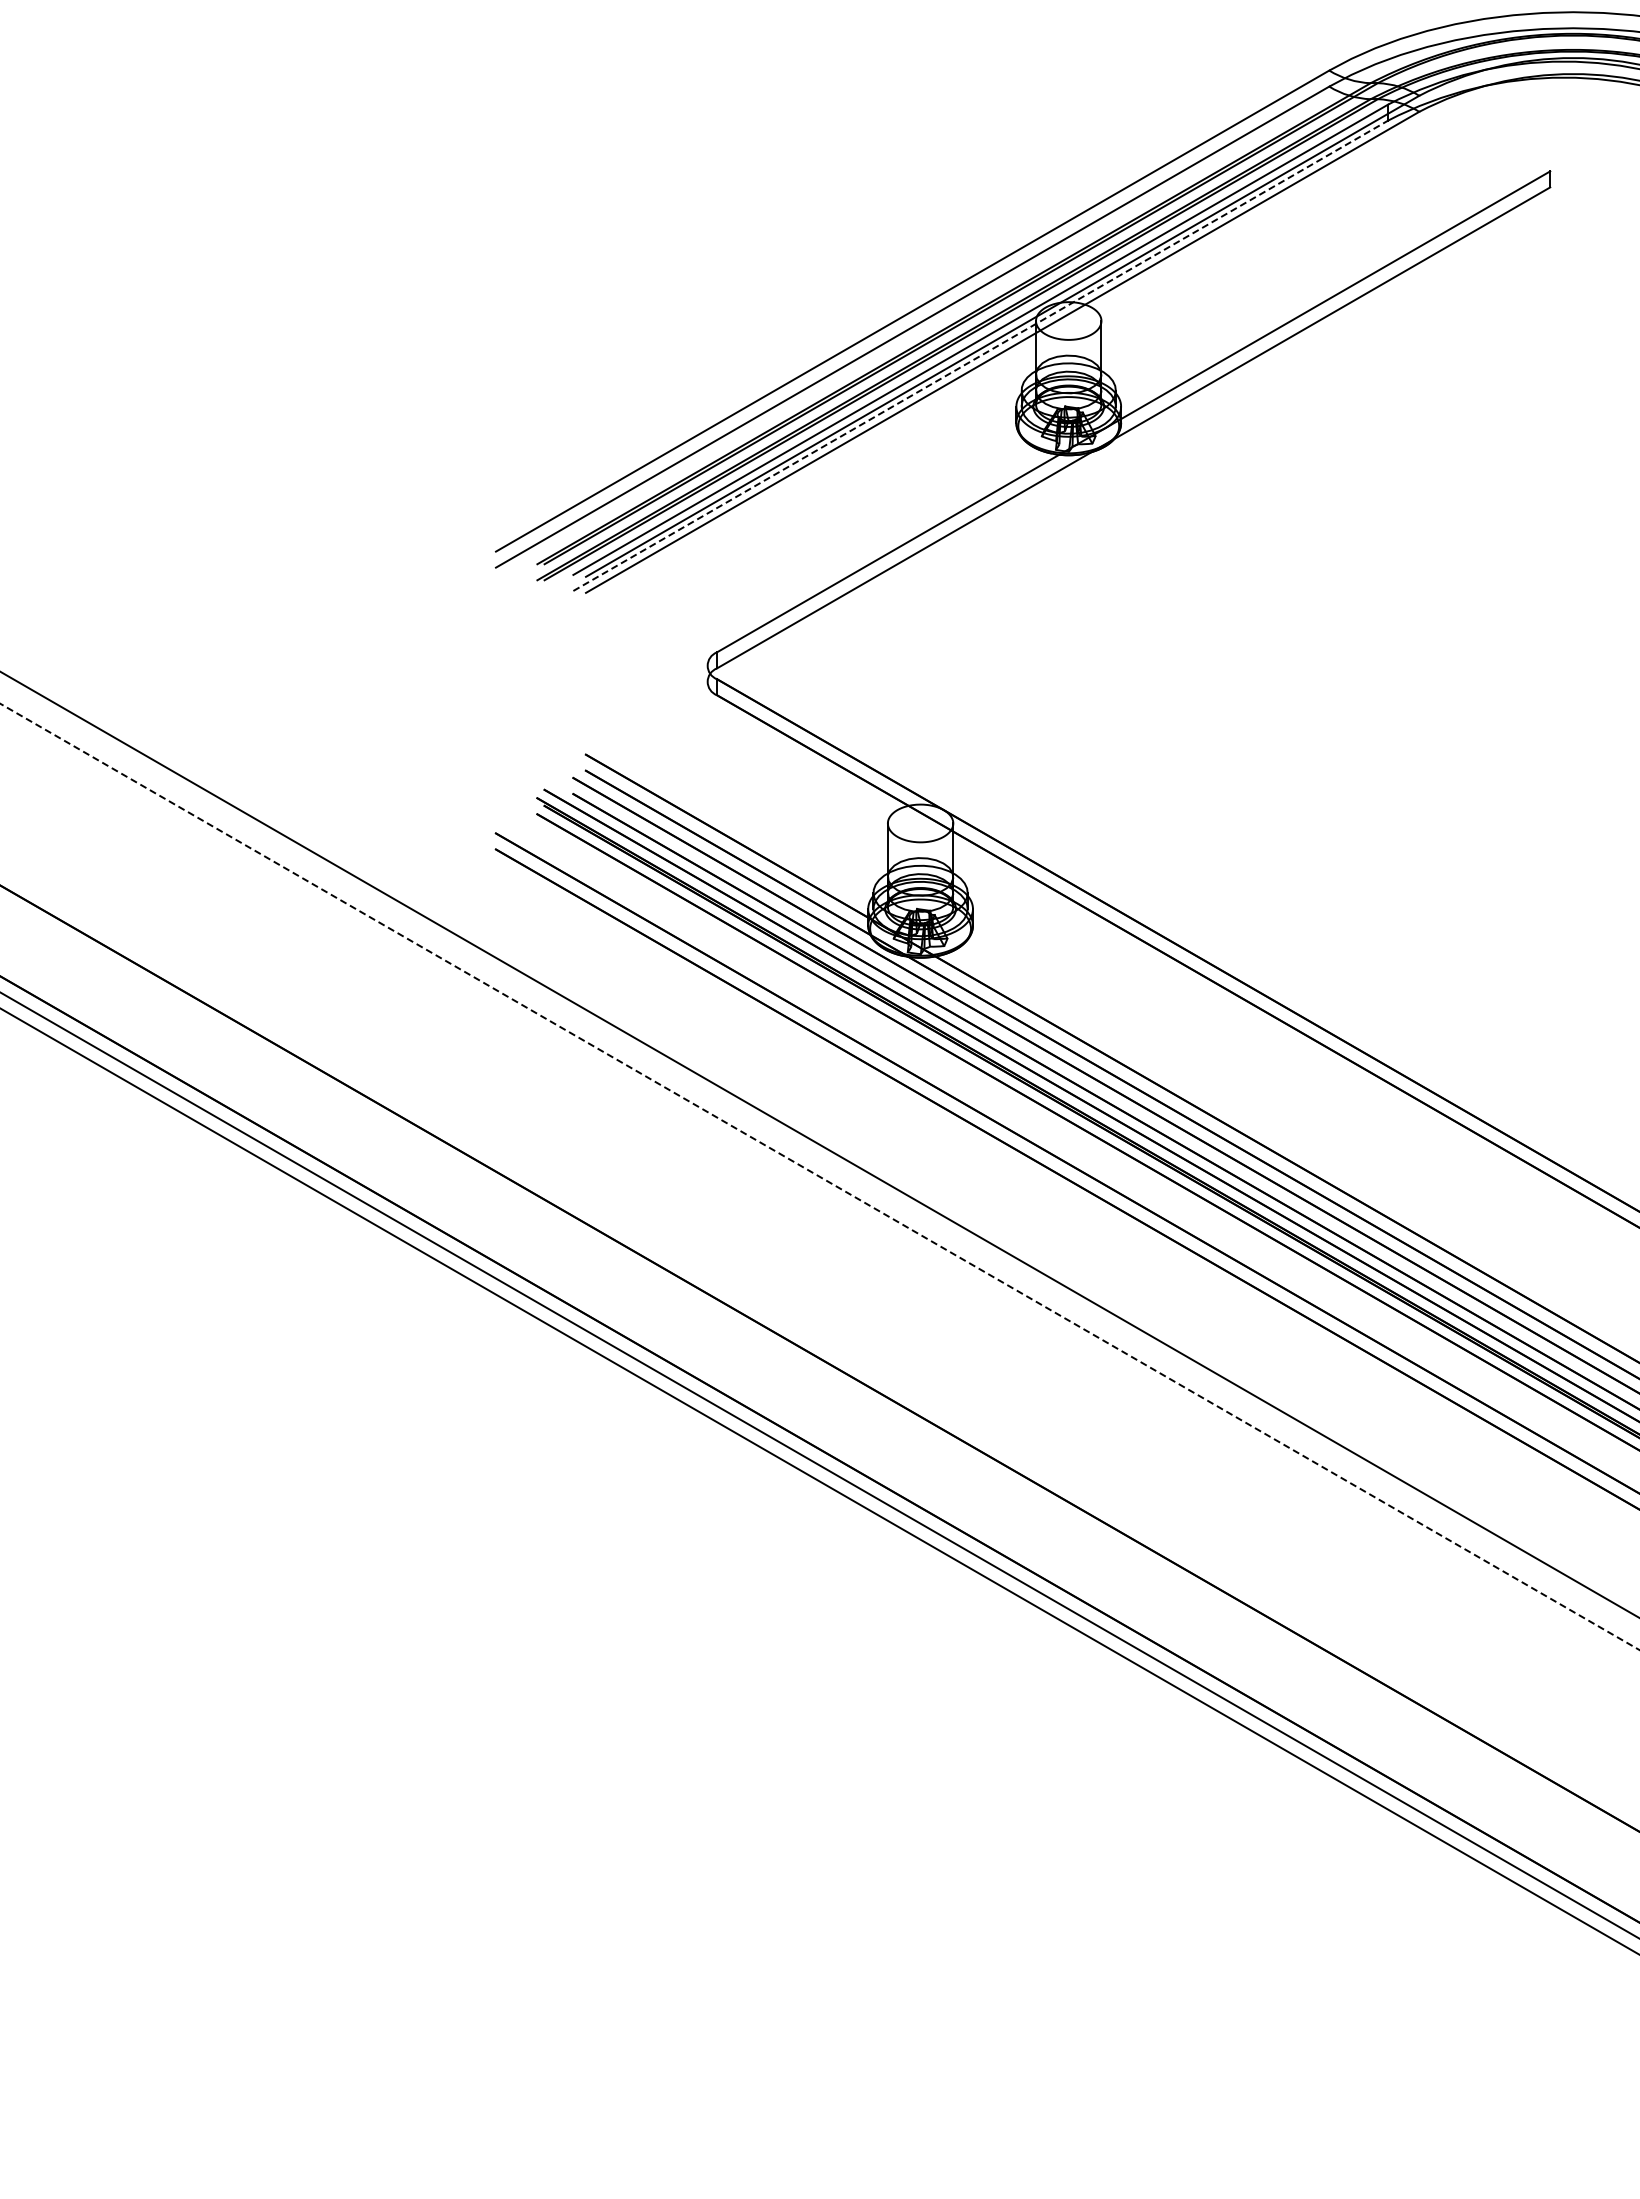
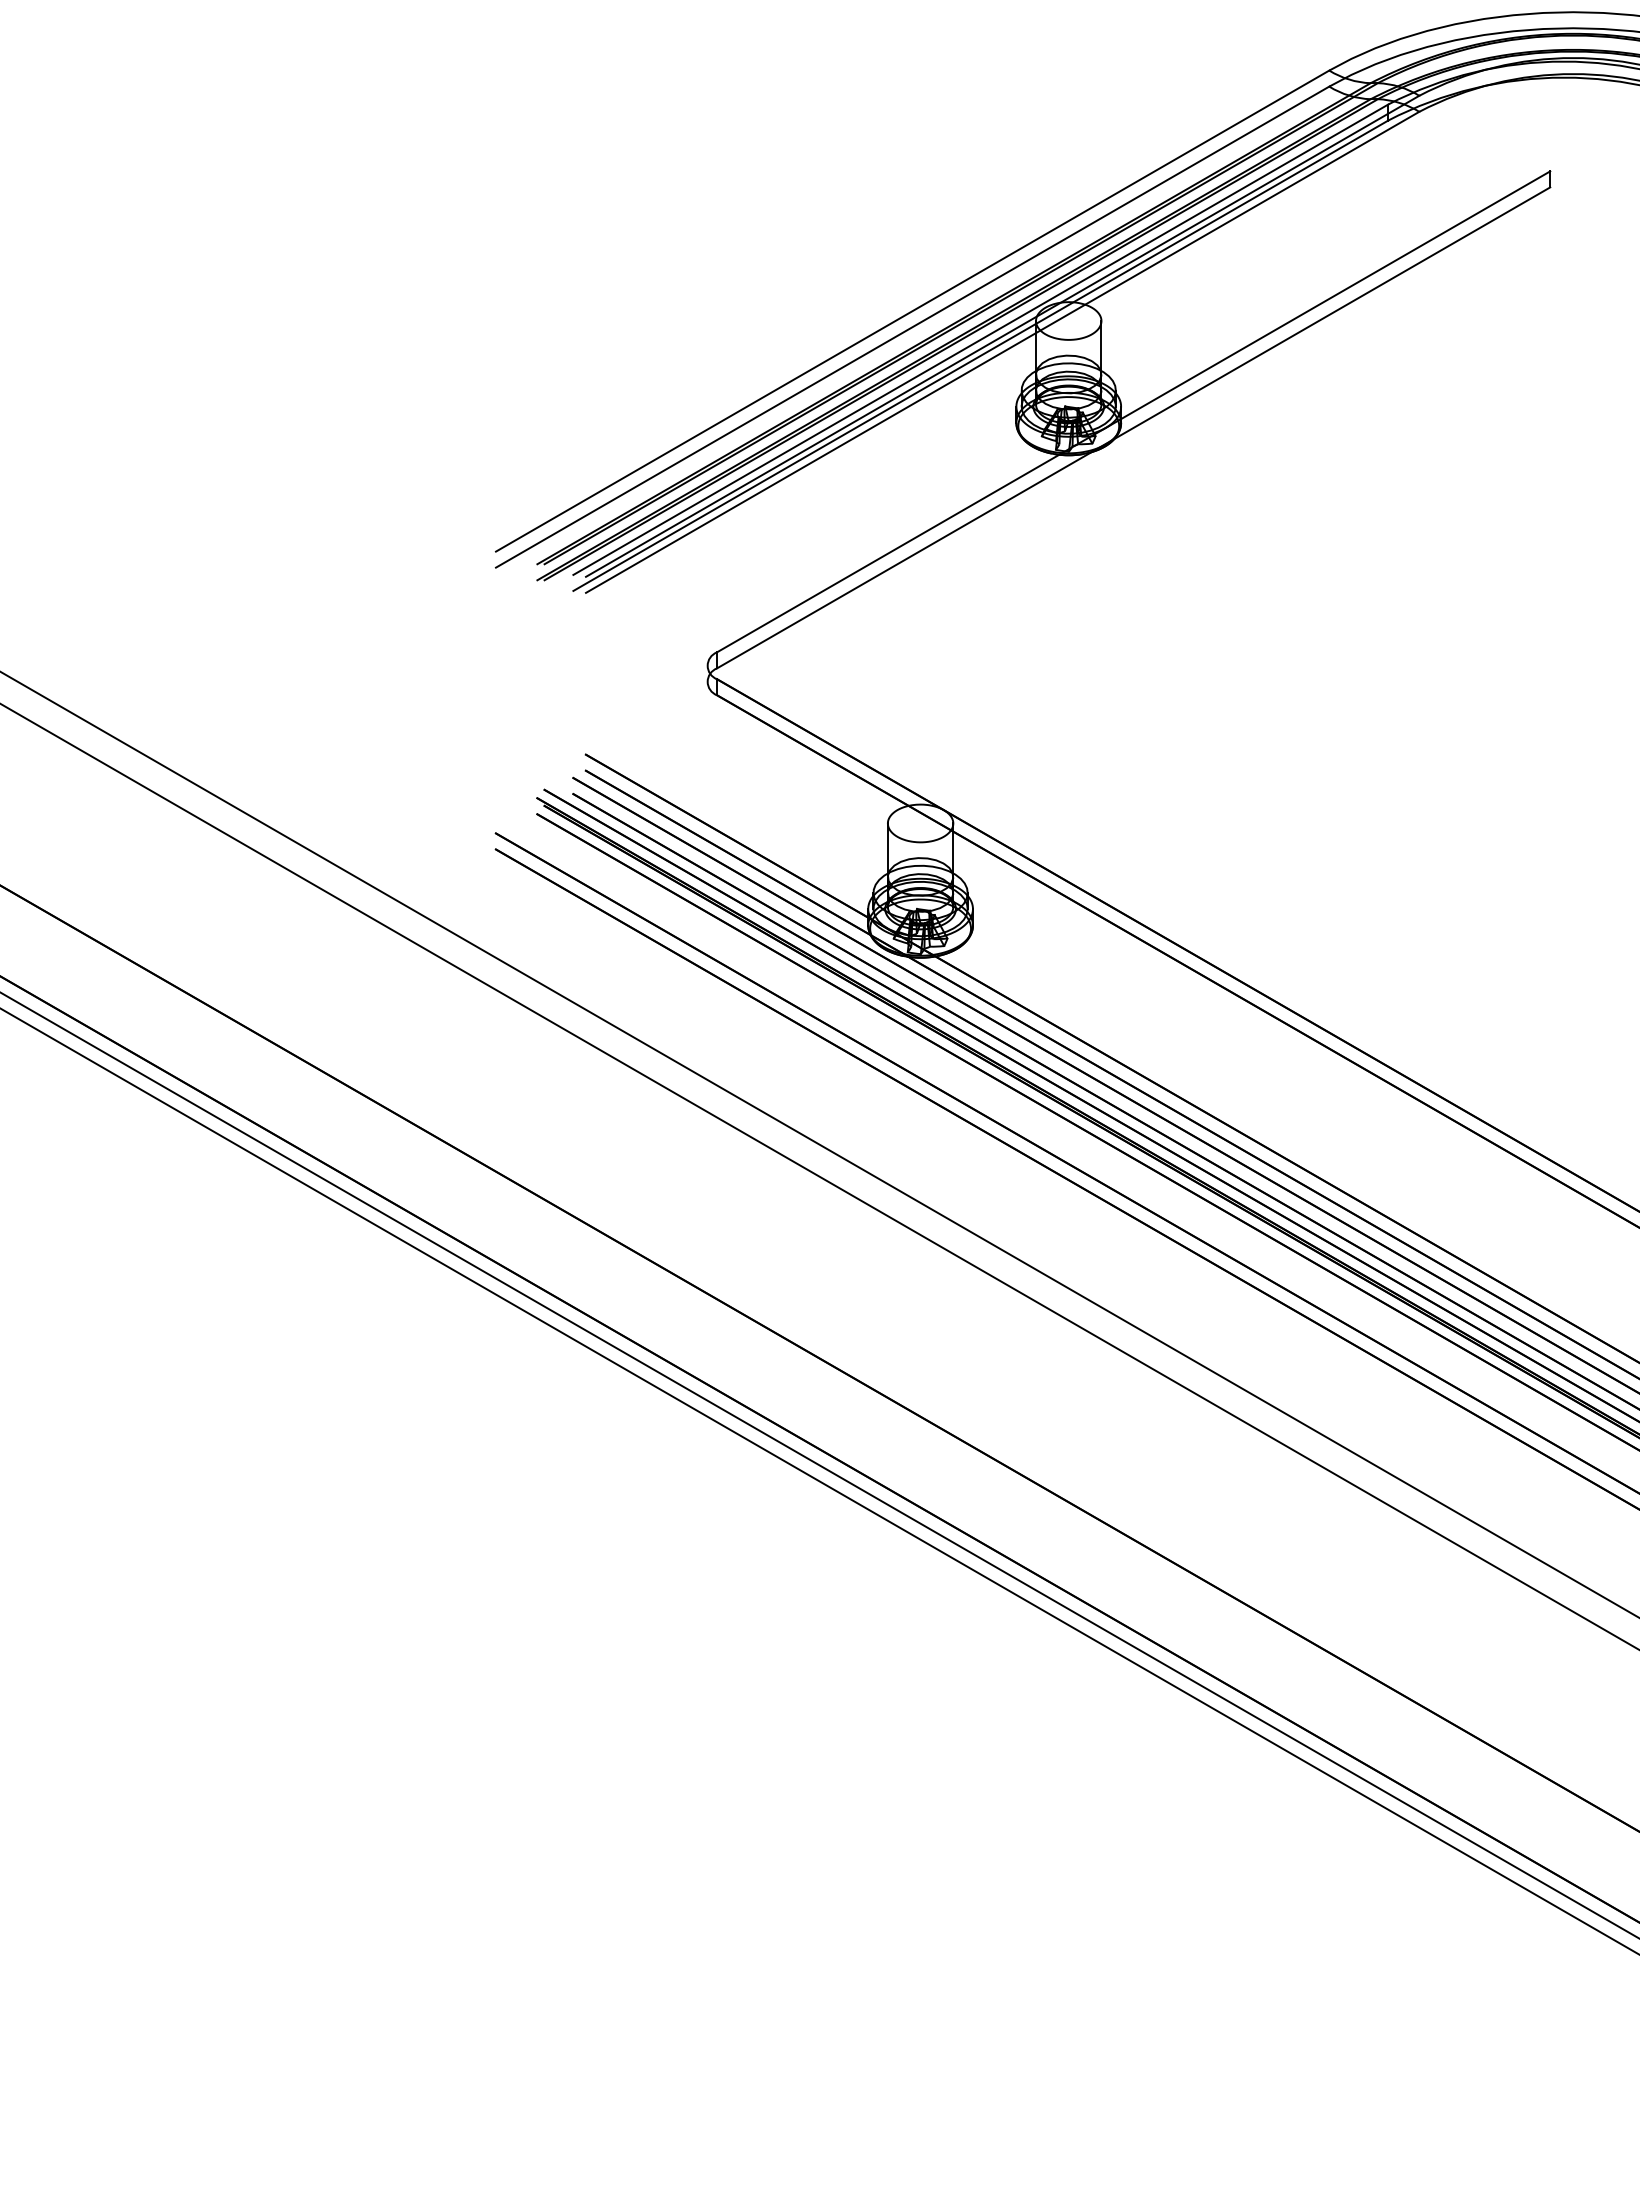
line at (981, 355): dashed -> solid
line at (820, 1177): dashed -> solid
